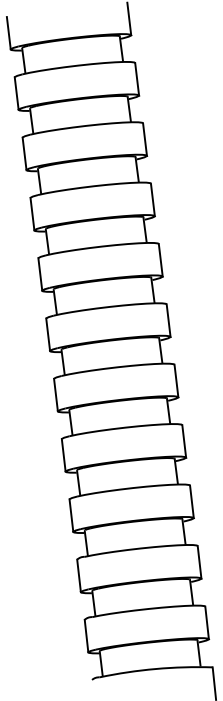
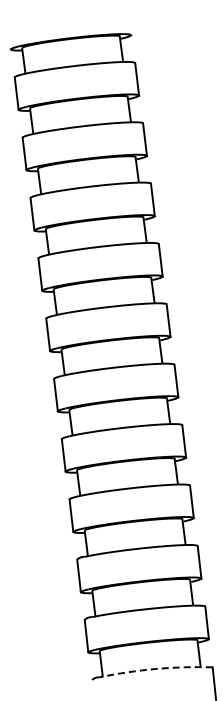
line at (129, 18): present -> none
line at (8, 33): present -> none
arc at (155, 668): solid -> dashed
